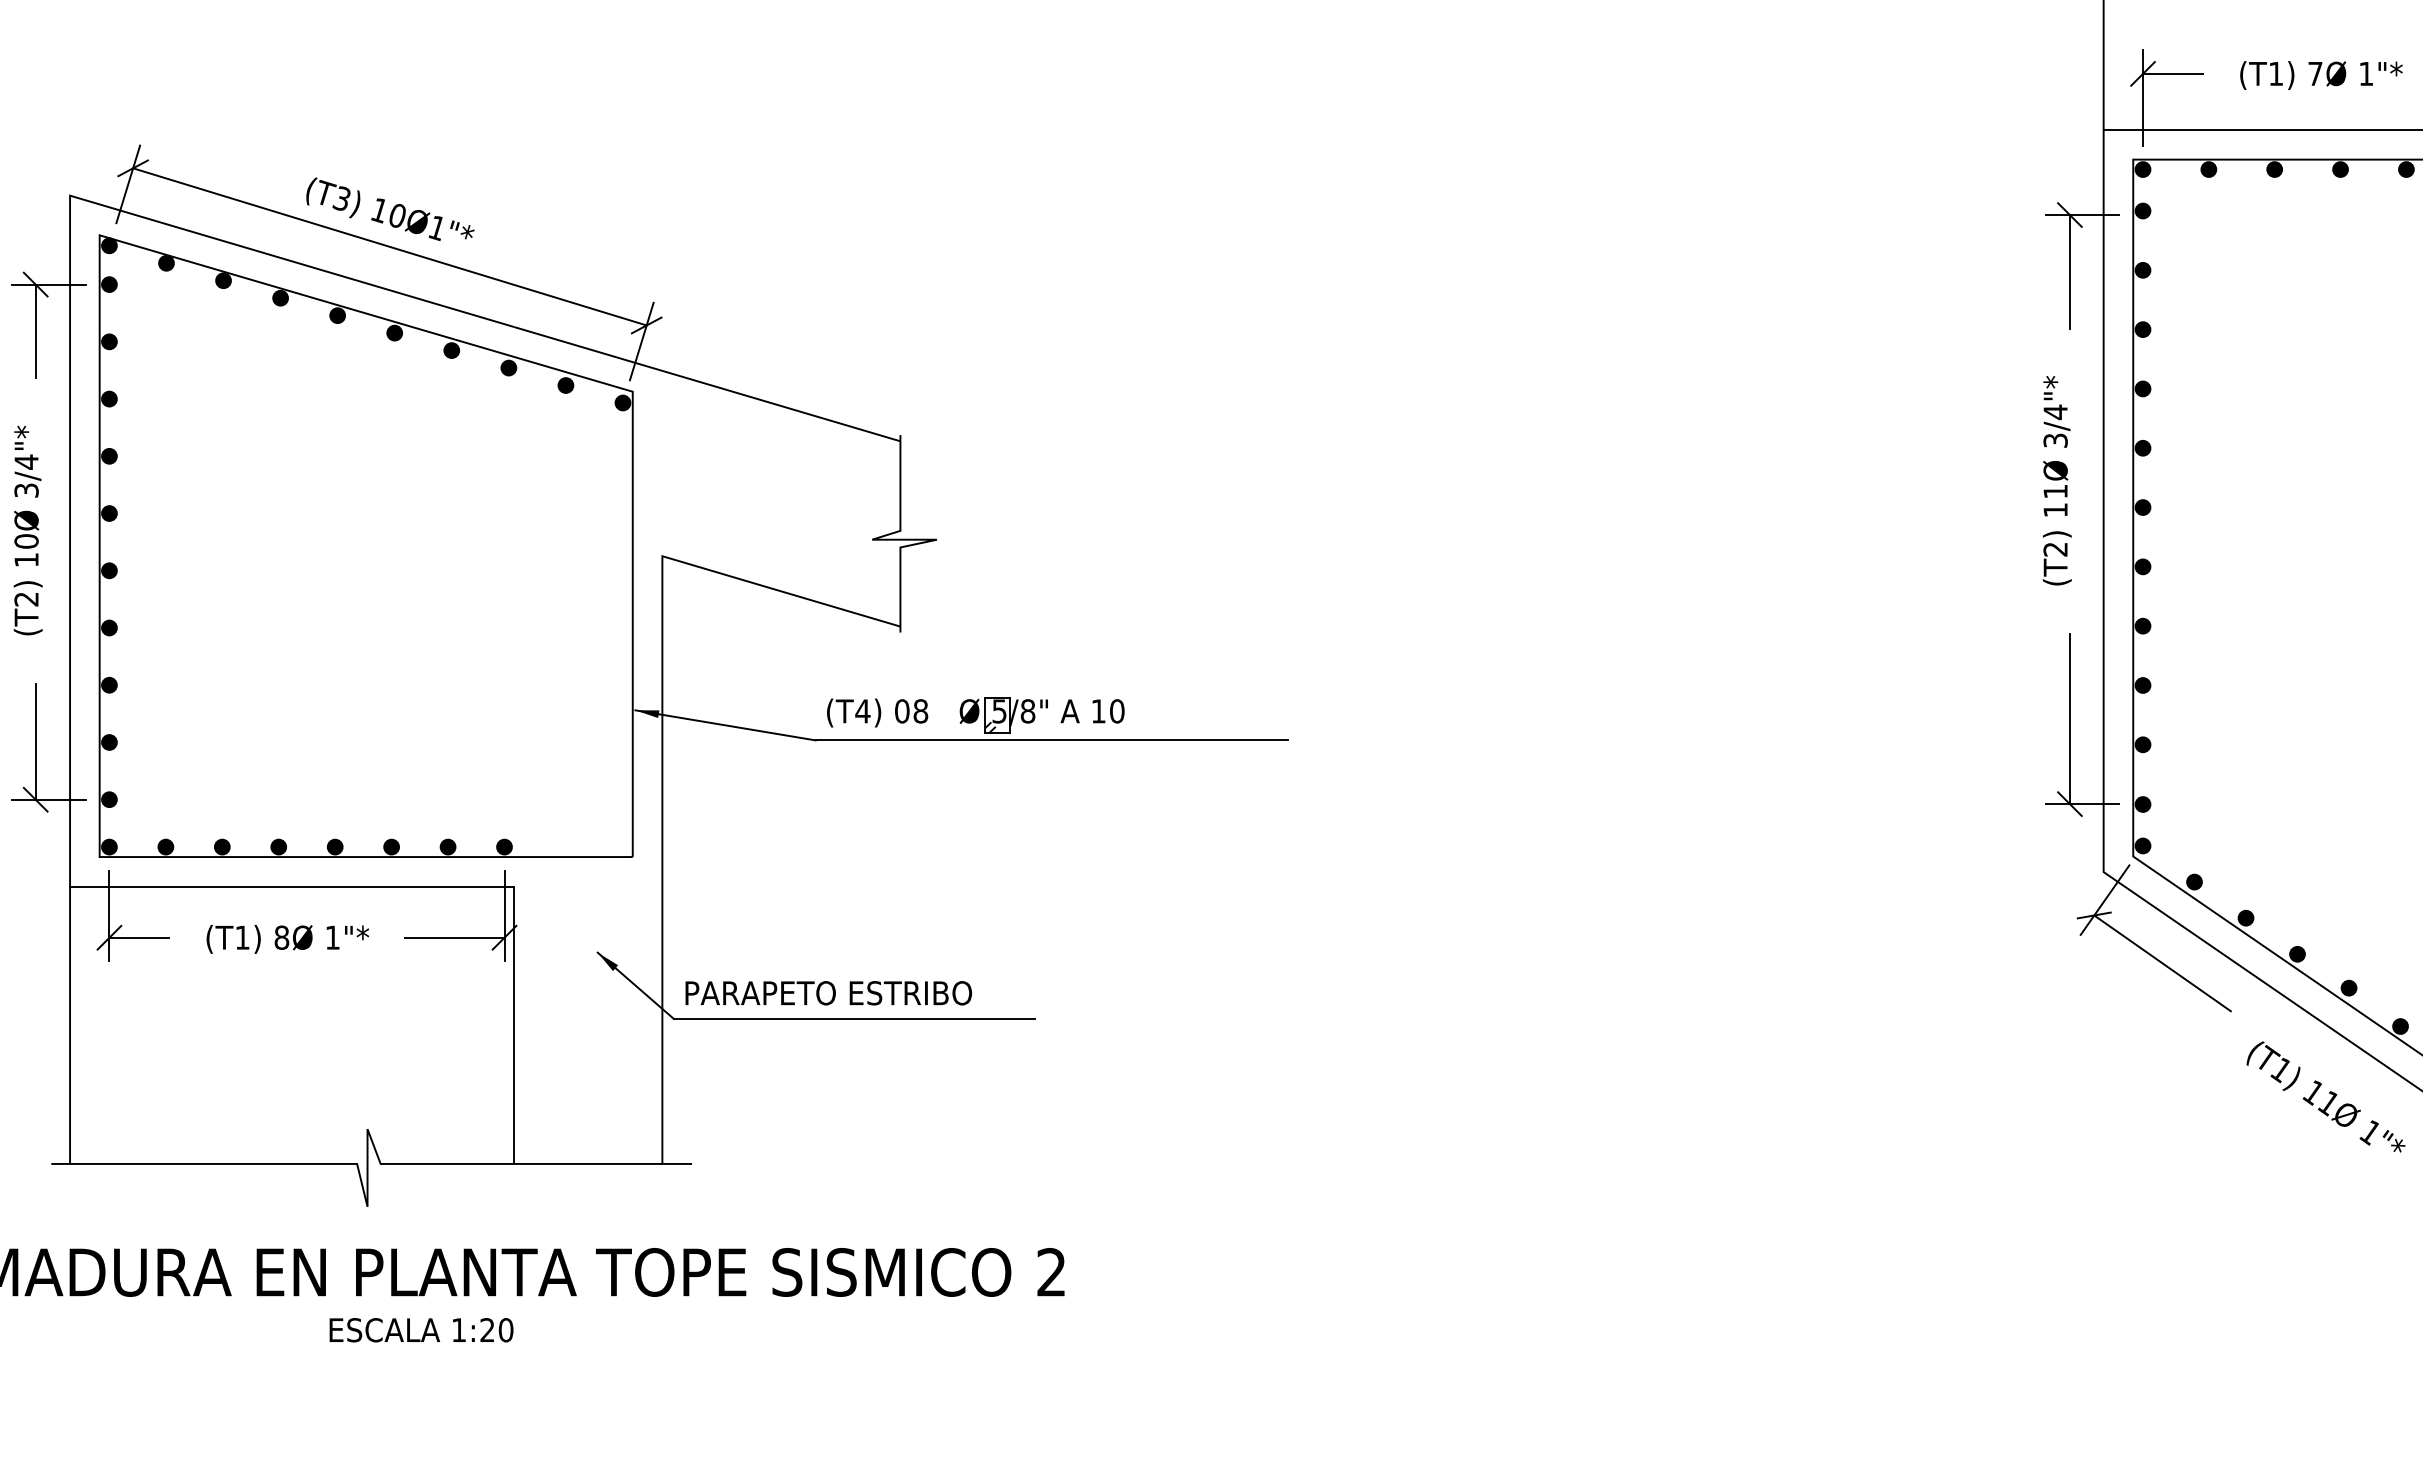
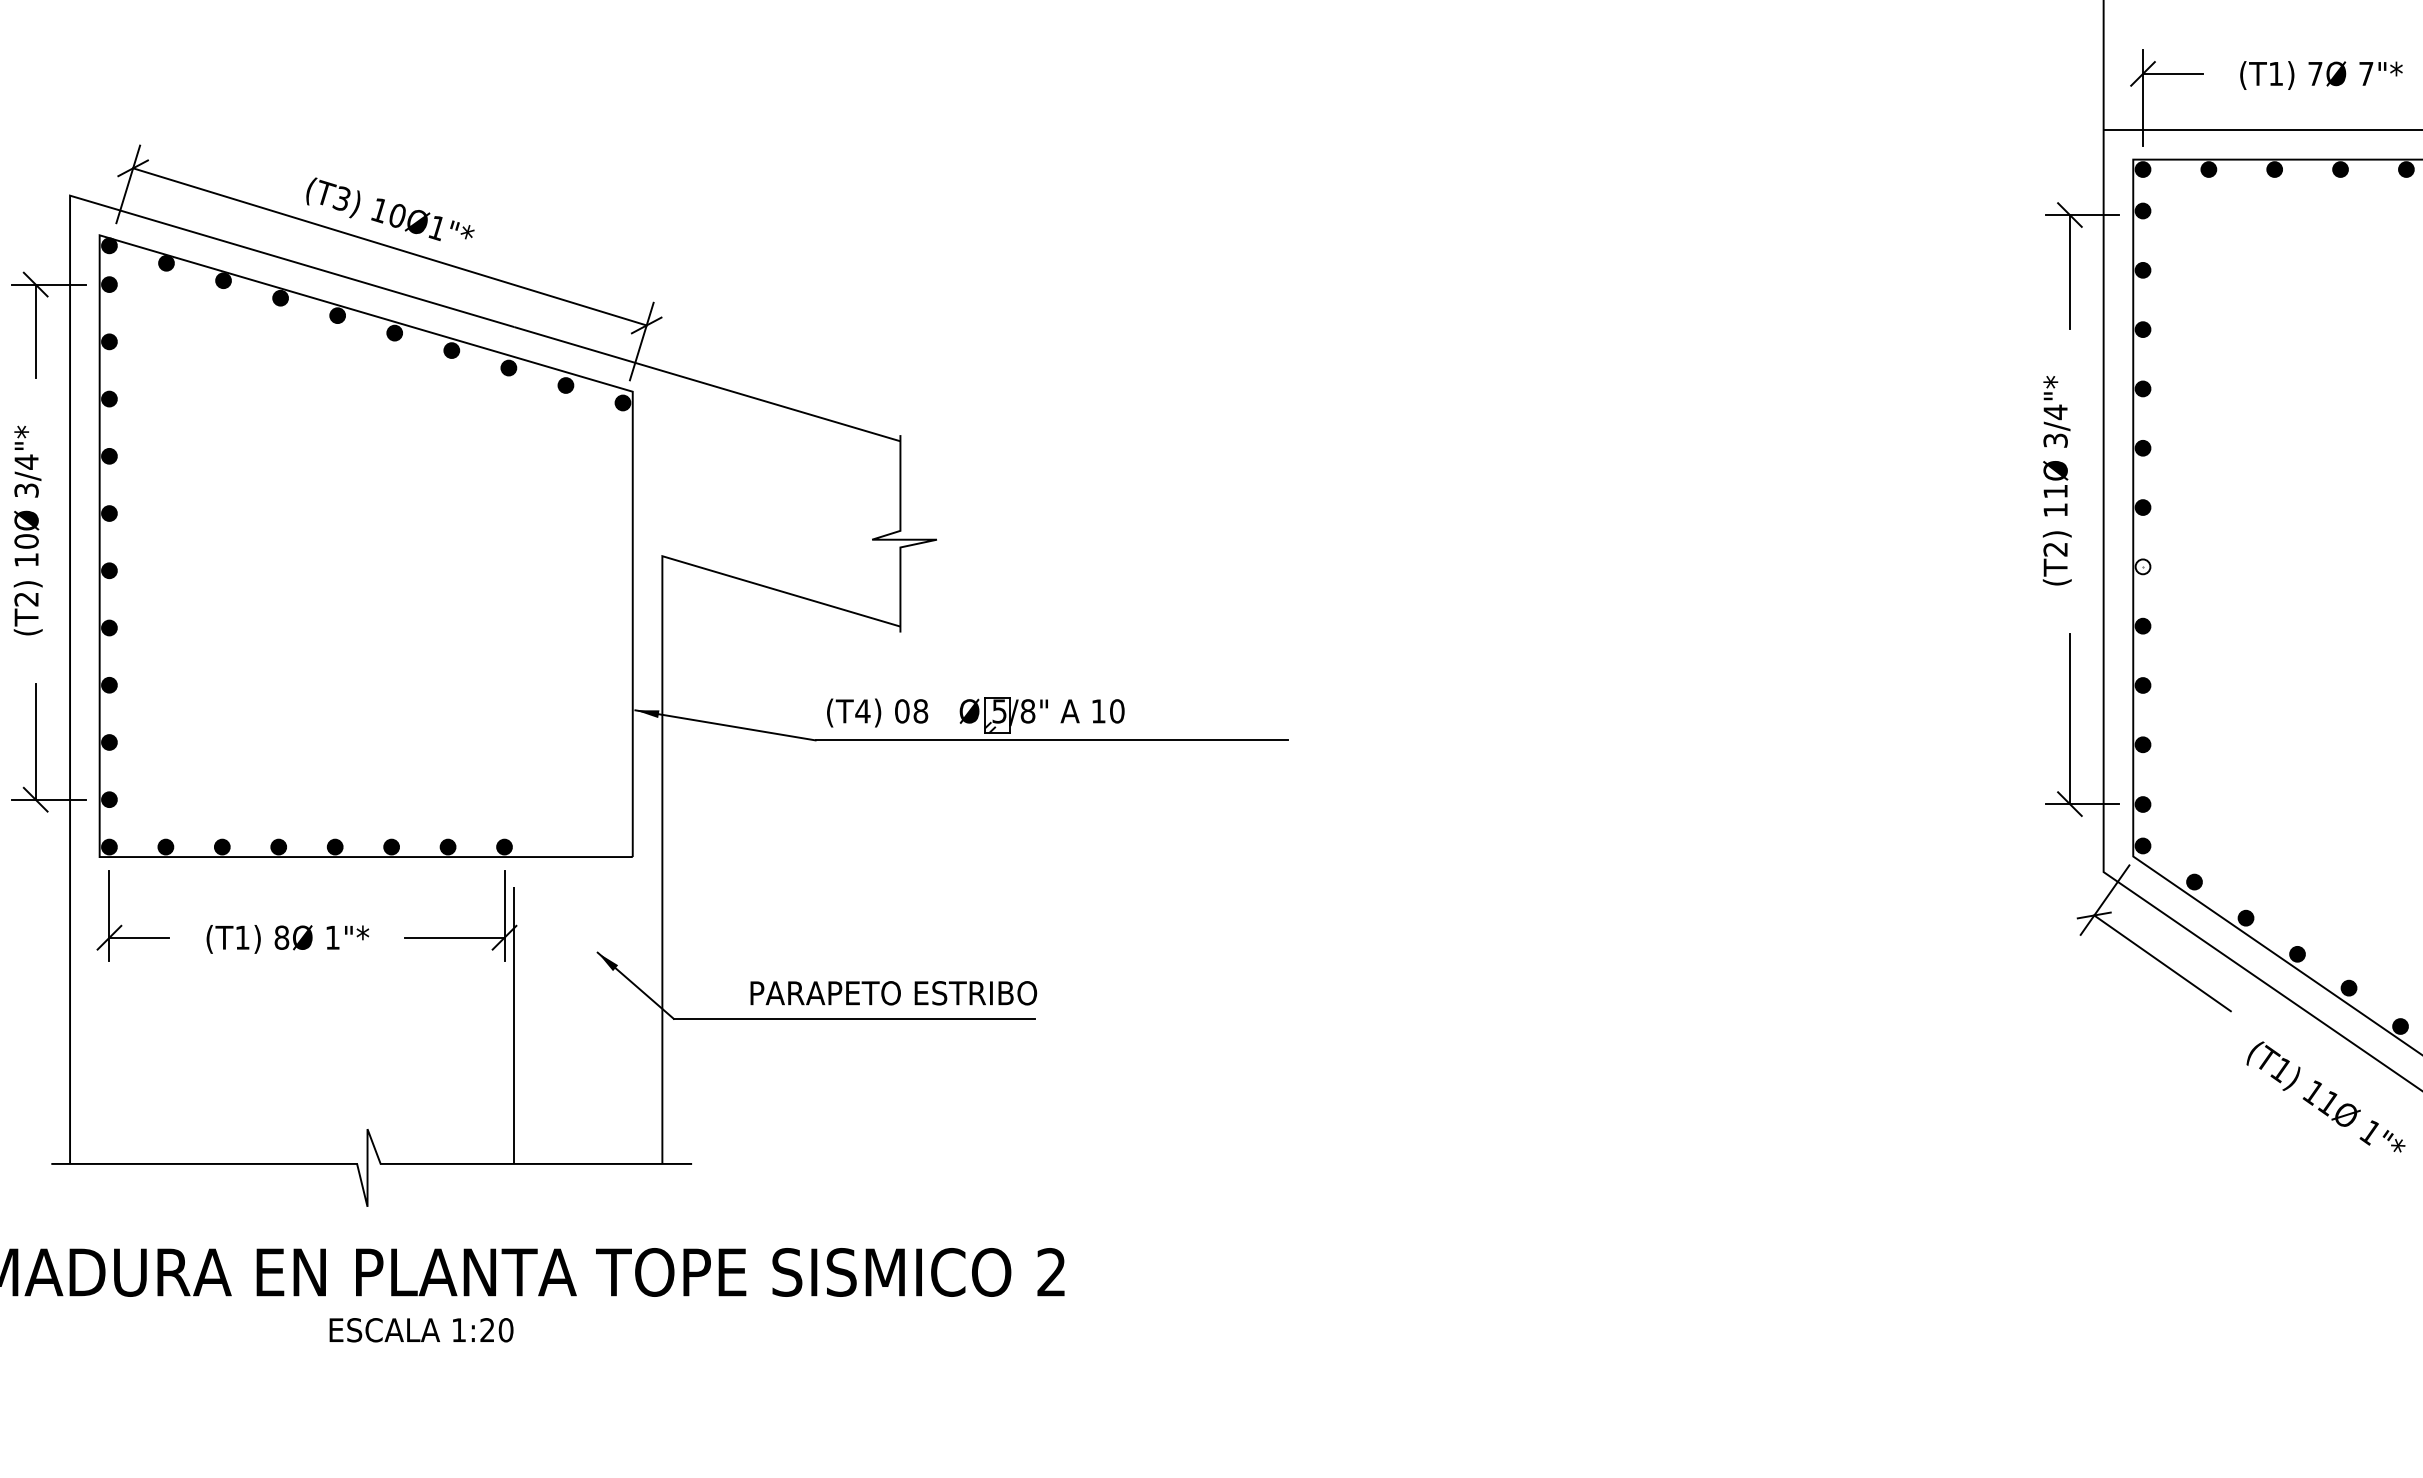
text at (2366, 73): 1"* -> 7"*
fill at (2142, 566): present -> none
line at (292, 886): present -> none
text at (828, 993) position: (828, 993) -> (893, 993)
